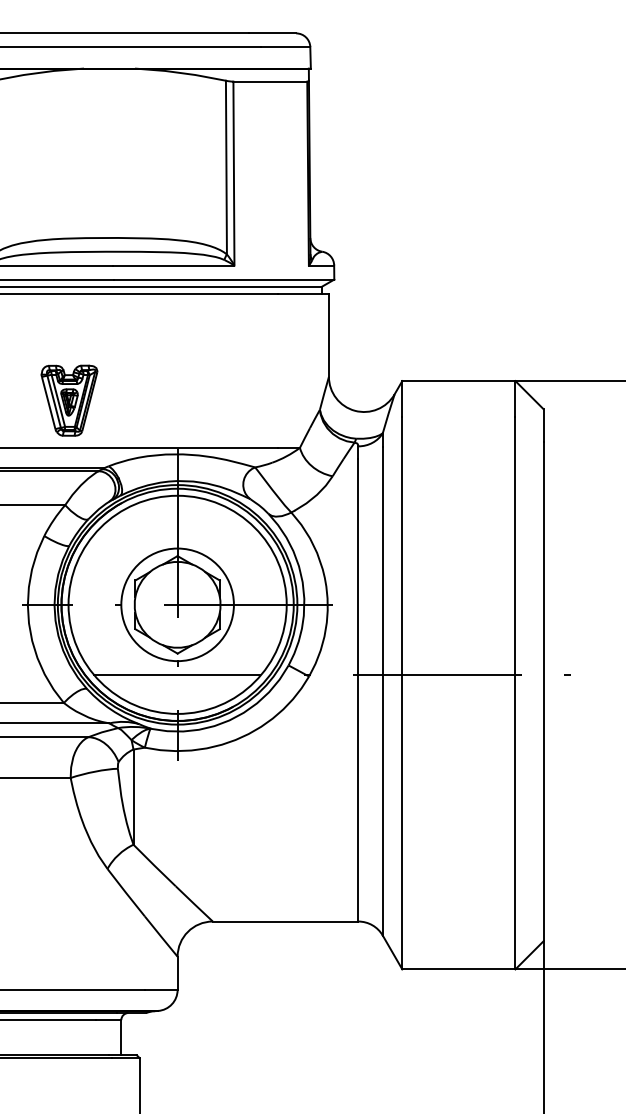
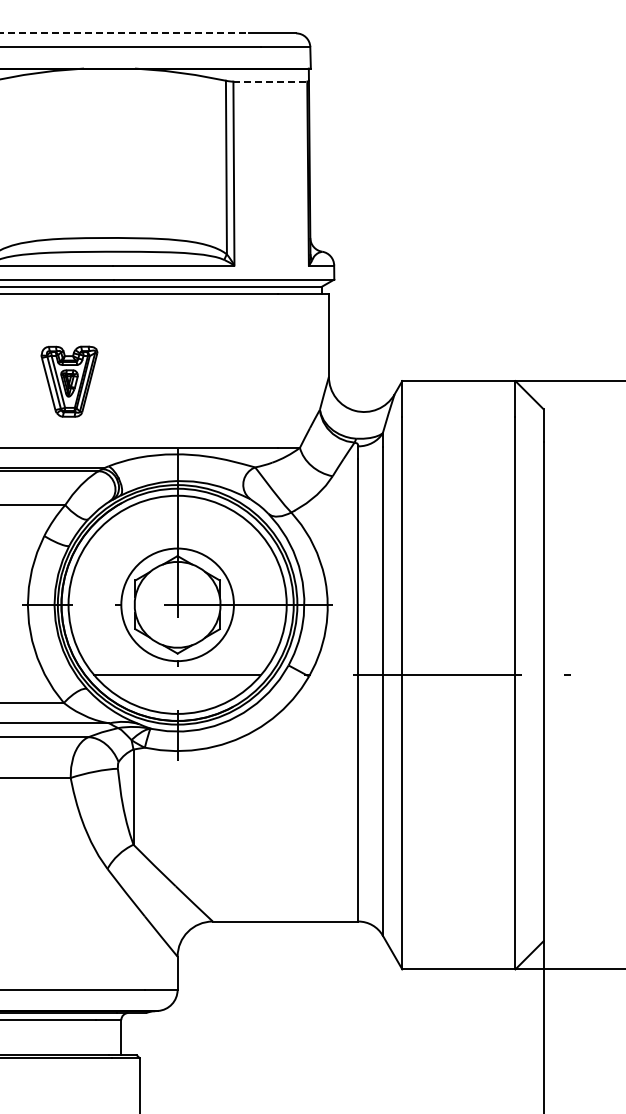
line at (125, 33): solid -> dashed
line at (270, 81): solid -> dashed
part at (69, 400) position: (69, 400) -> (69, 381)
